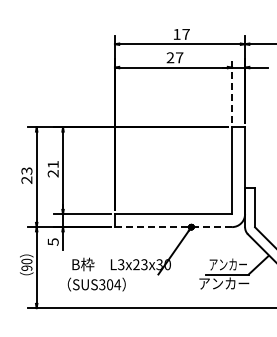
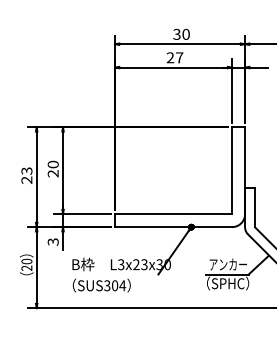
text at (181, 33): 17 -> 30
line at (232, 90): dashed -> solid
text at (52, 164): 21 -> 20
line at (173, 227): dashed -> solid
text at (52, 241): 5 -> 3
text at (27, 267): 90 -> 20
text at (224, 283): アンカー -> （SPHC）
text at (96, 284) position: (96, 284) -> (101, 285)
